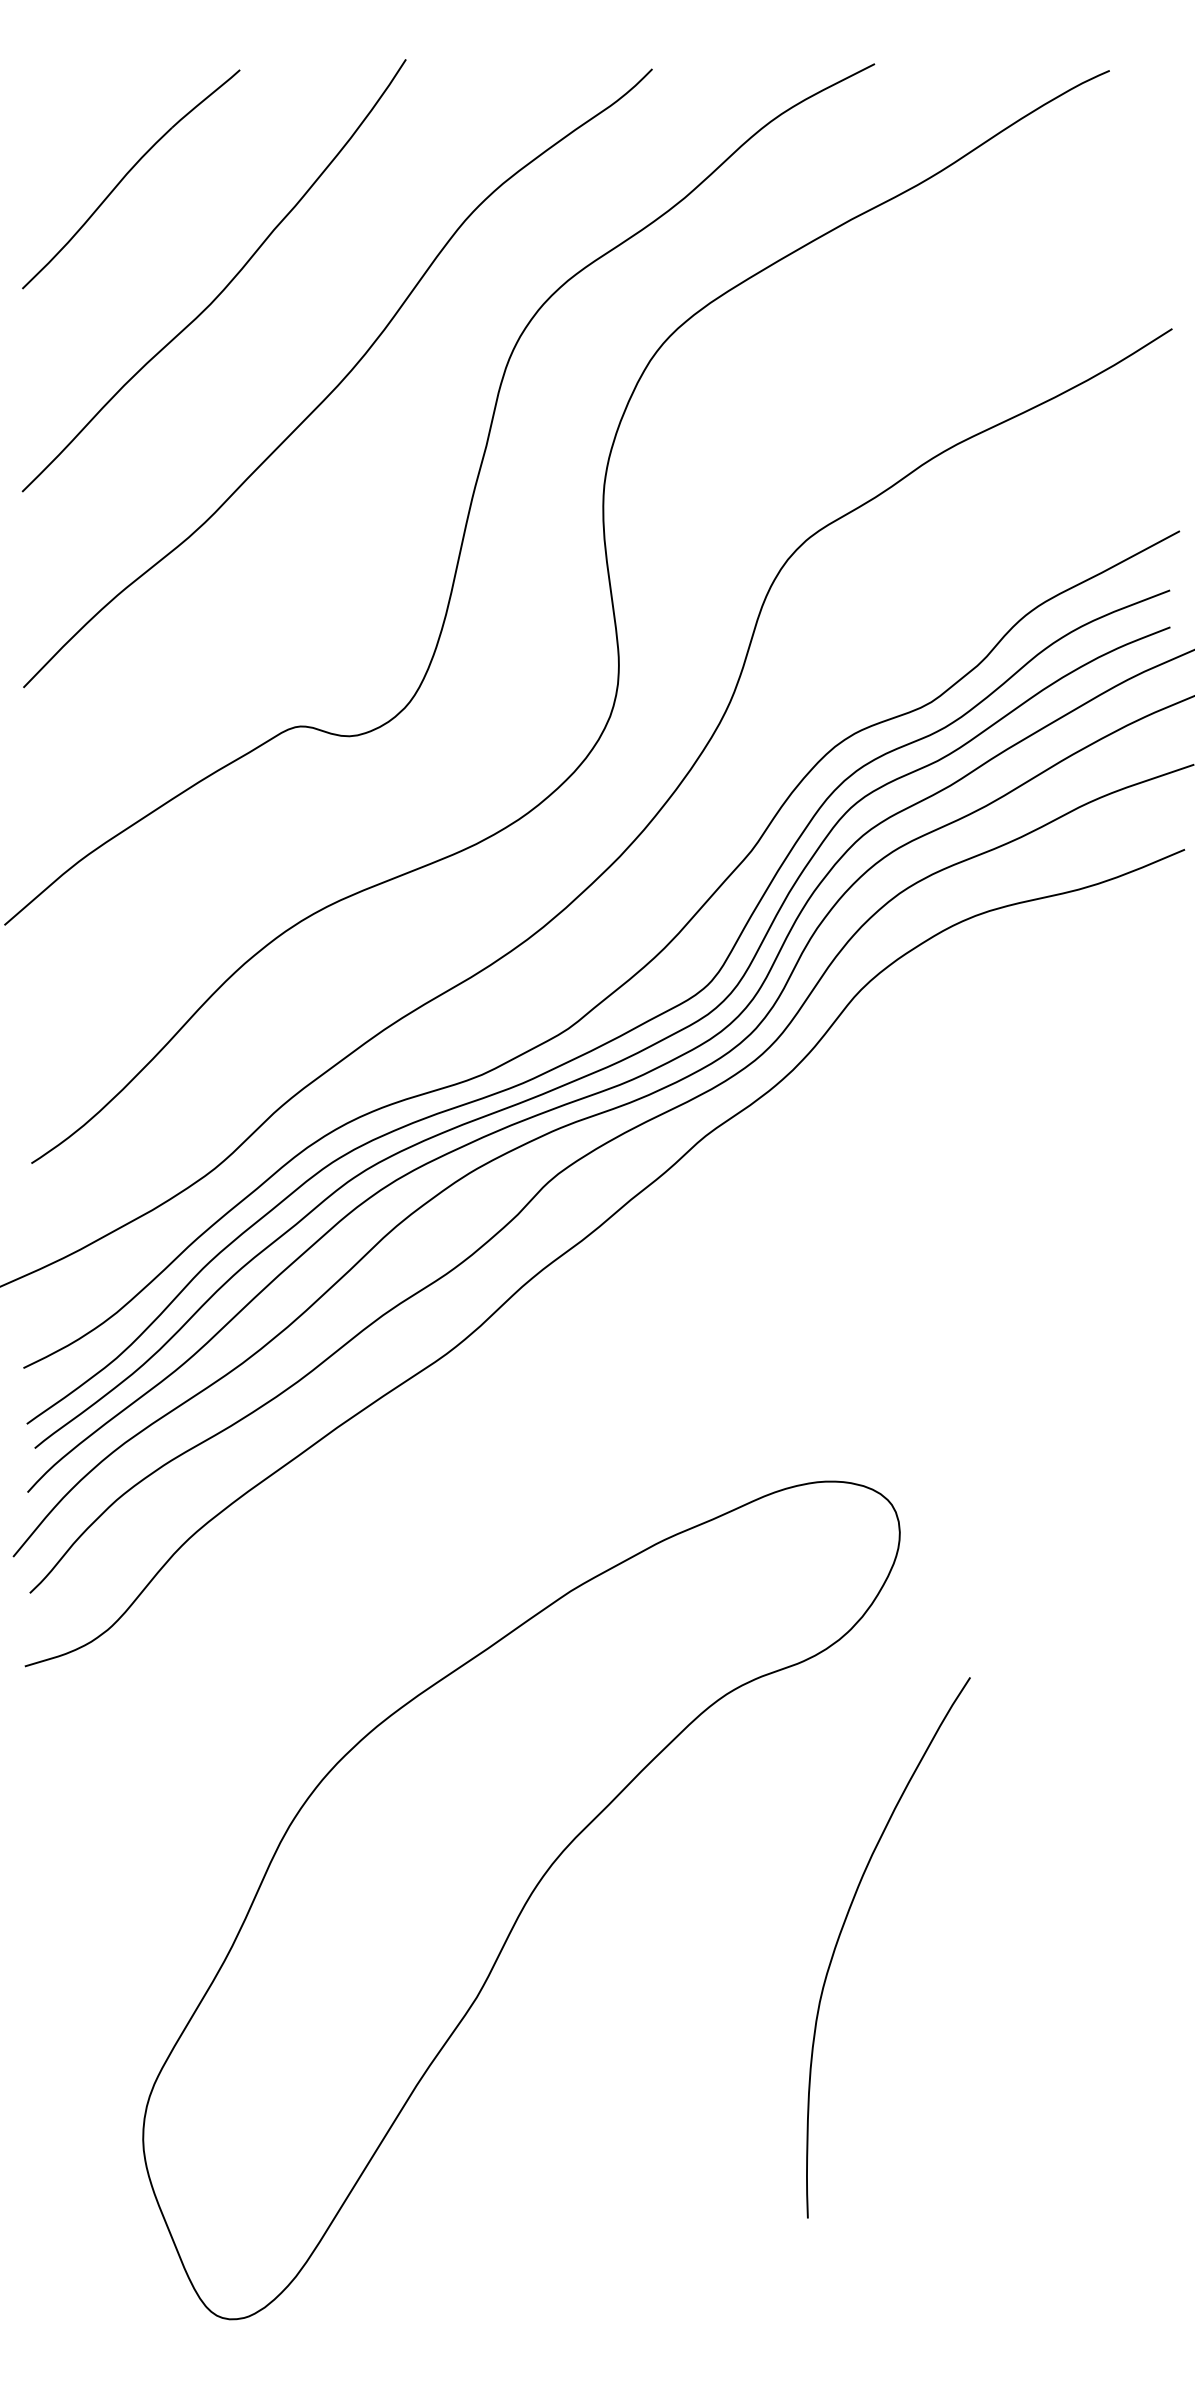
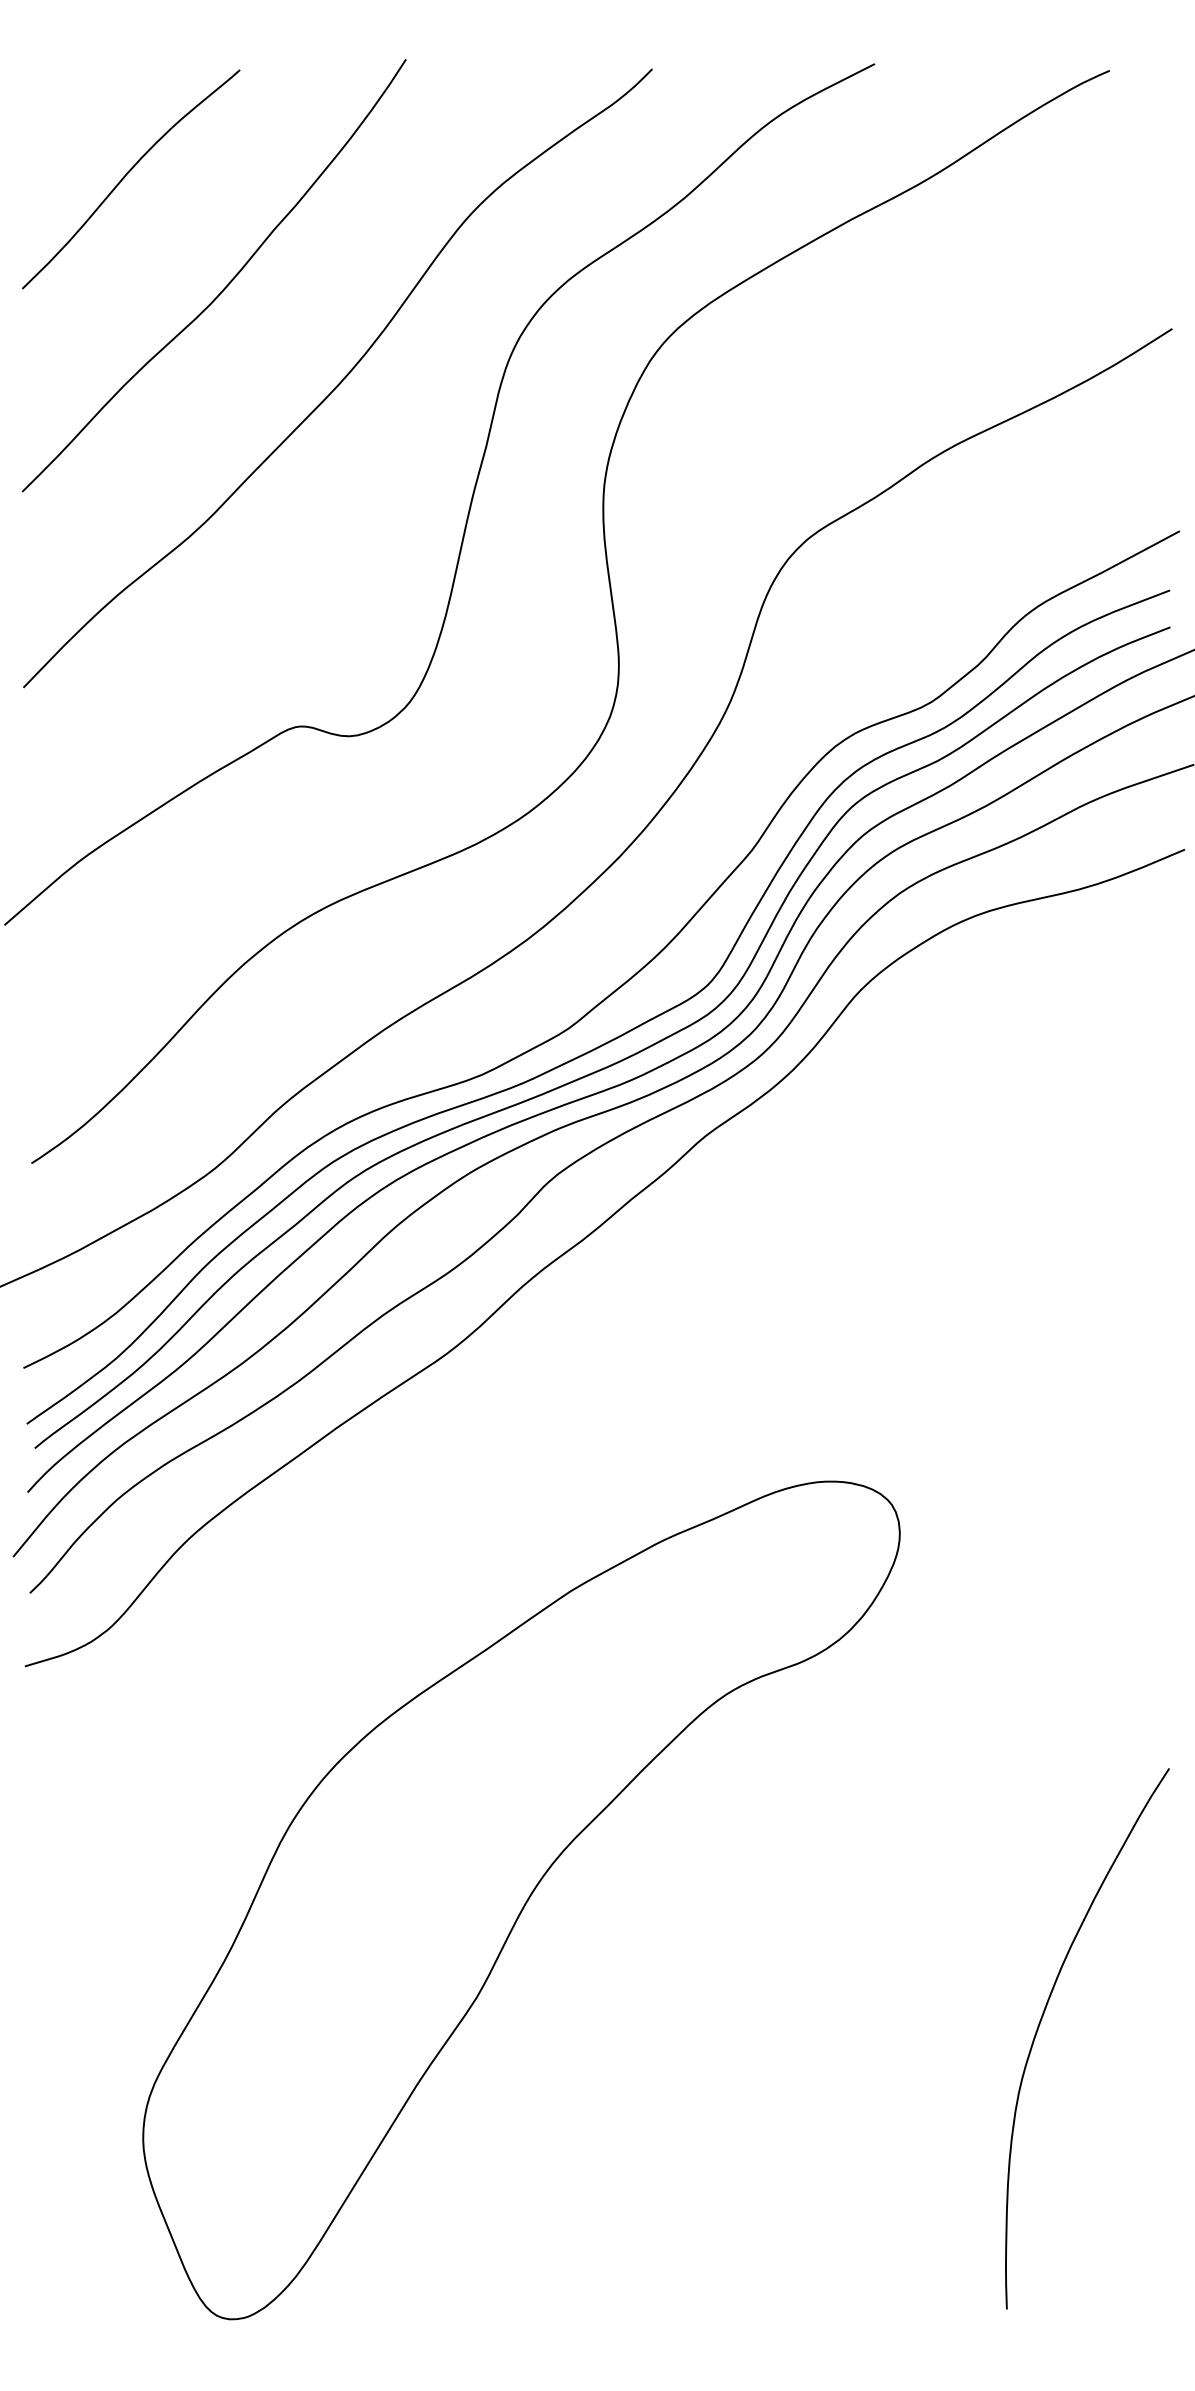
curve at (843, 1928) position: (843, 1928) -> (1042, 2019)
